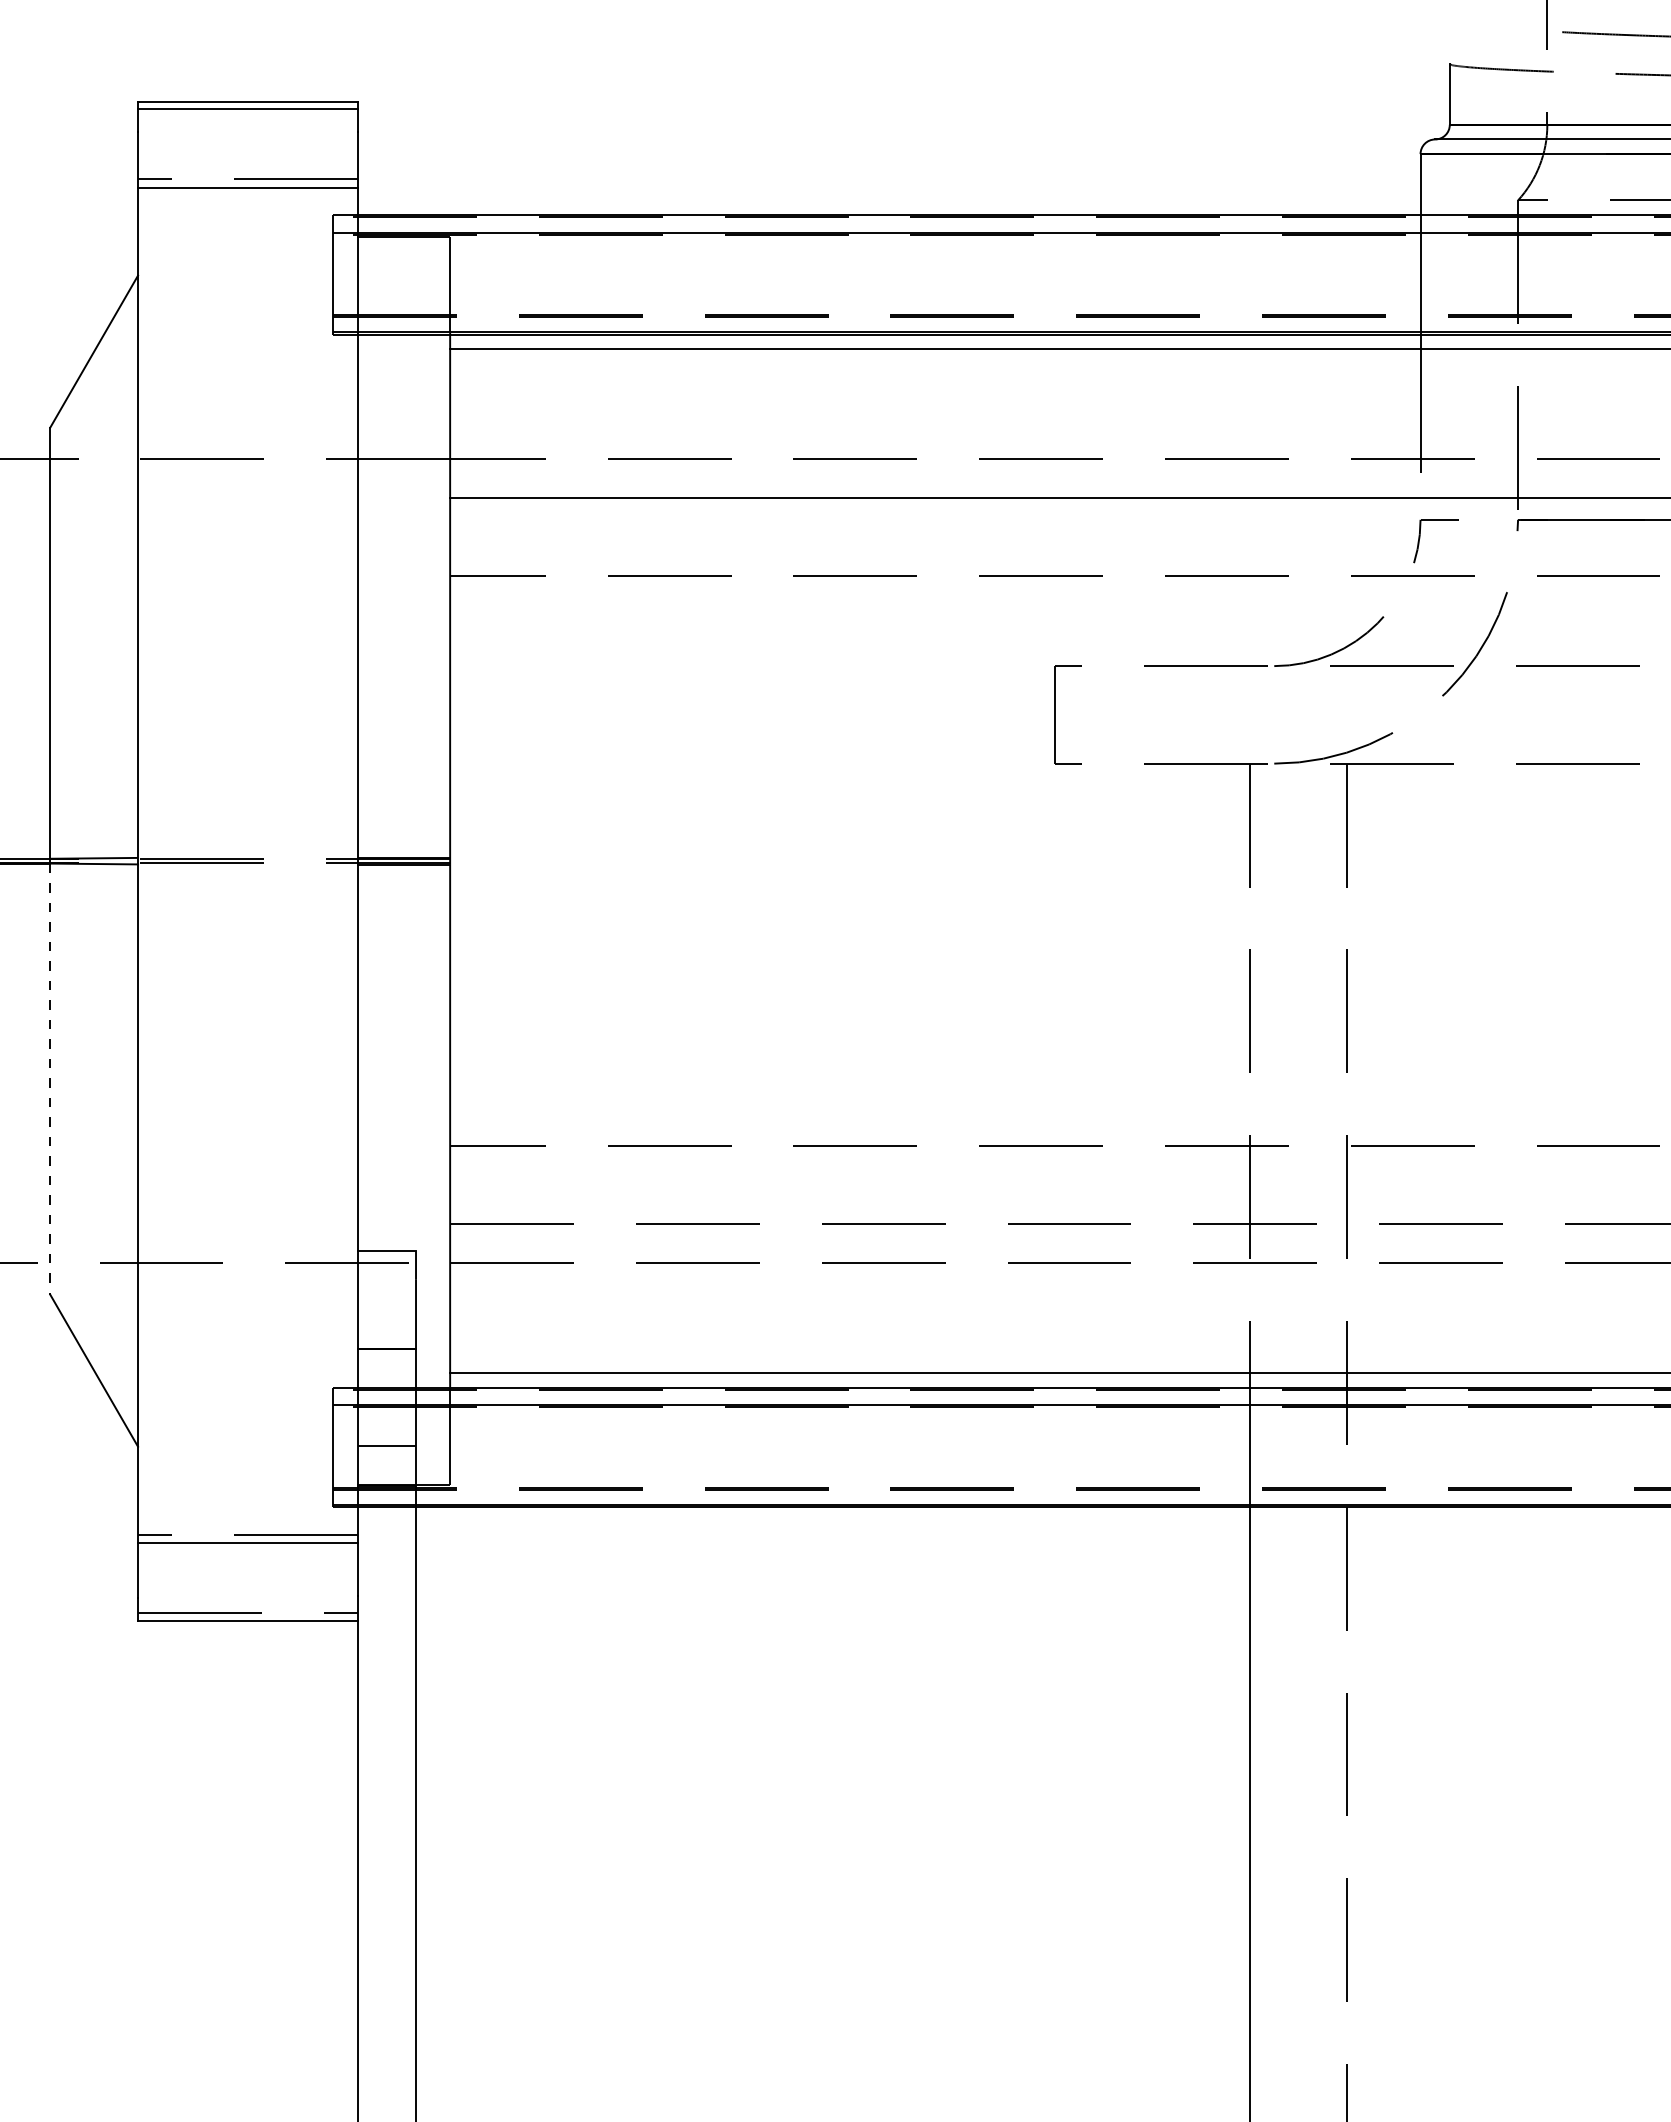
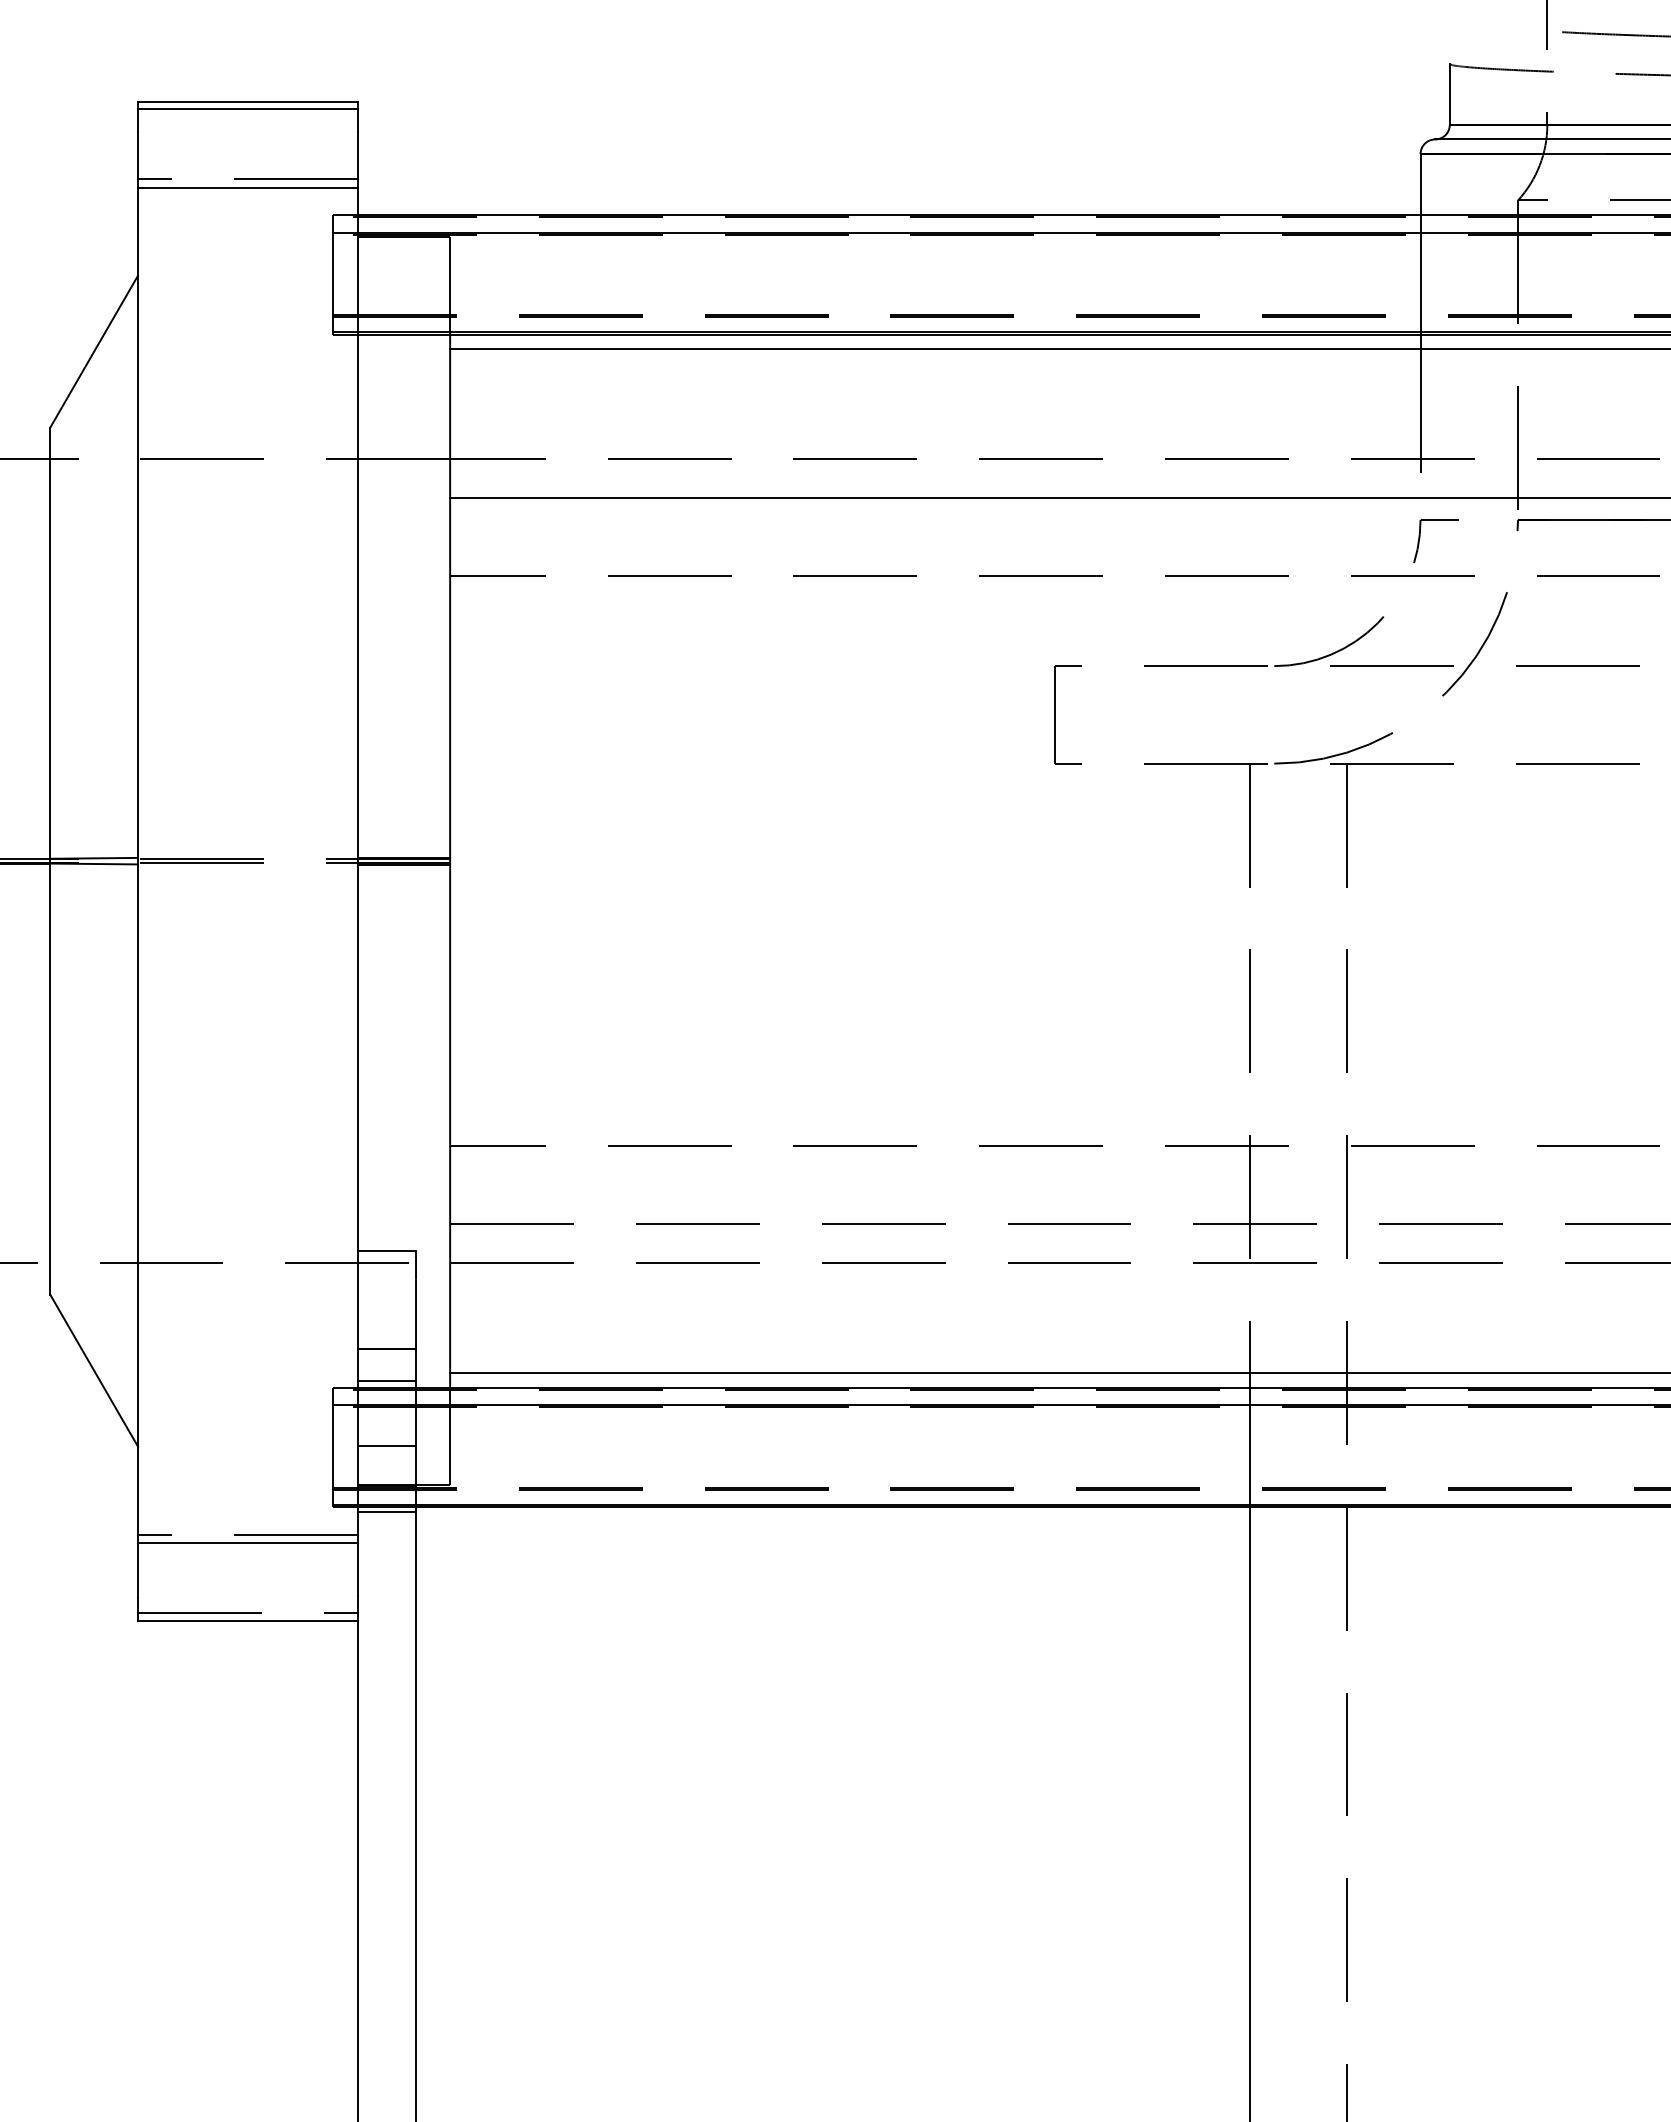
line at (50, 1079): dashed -> solid
line at (386, 1380): none -> present
line at (386, 1512): none -> present
